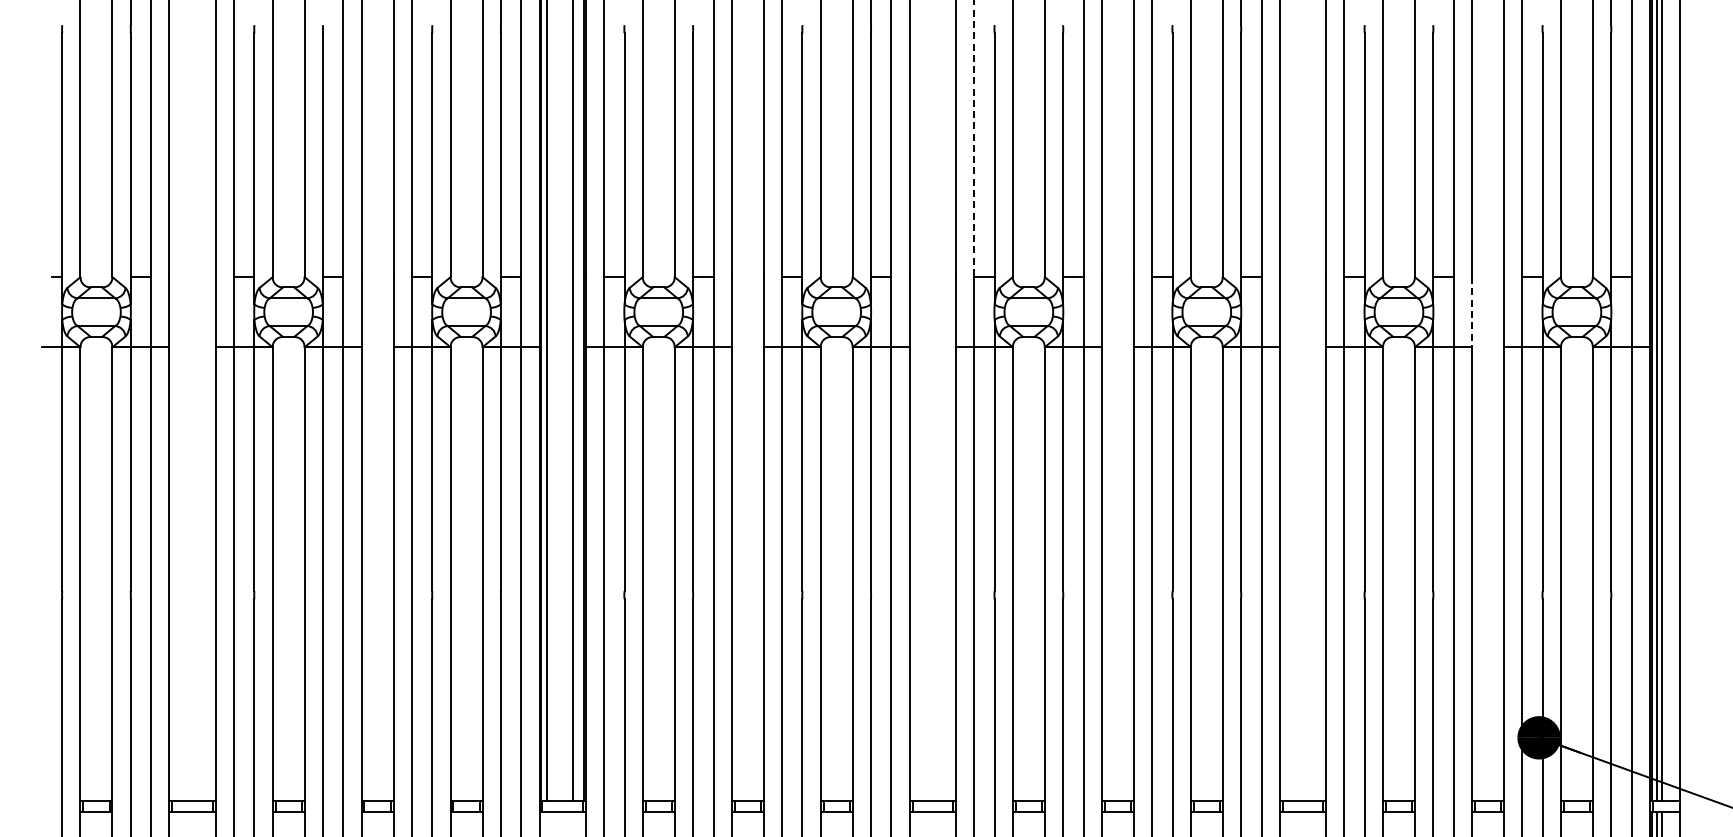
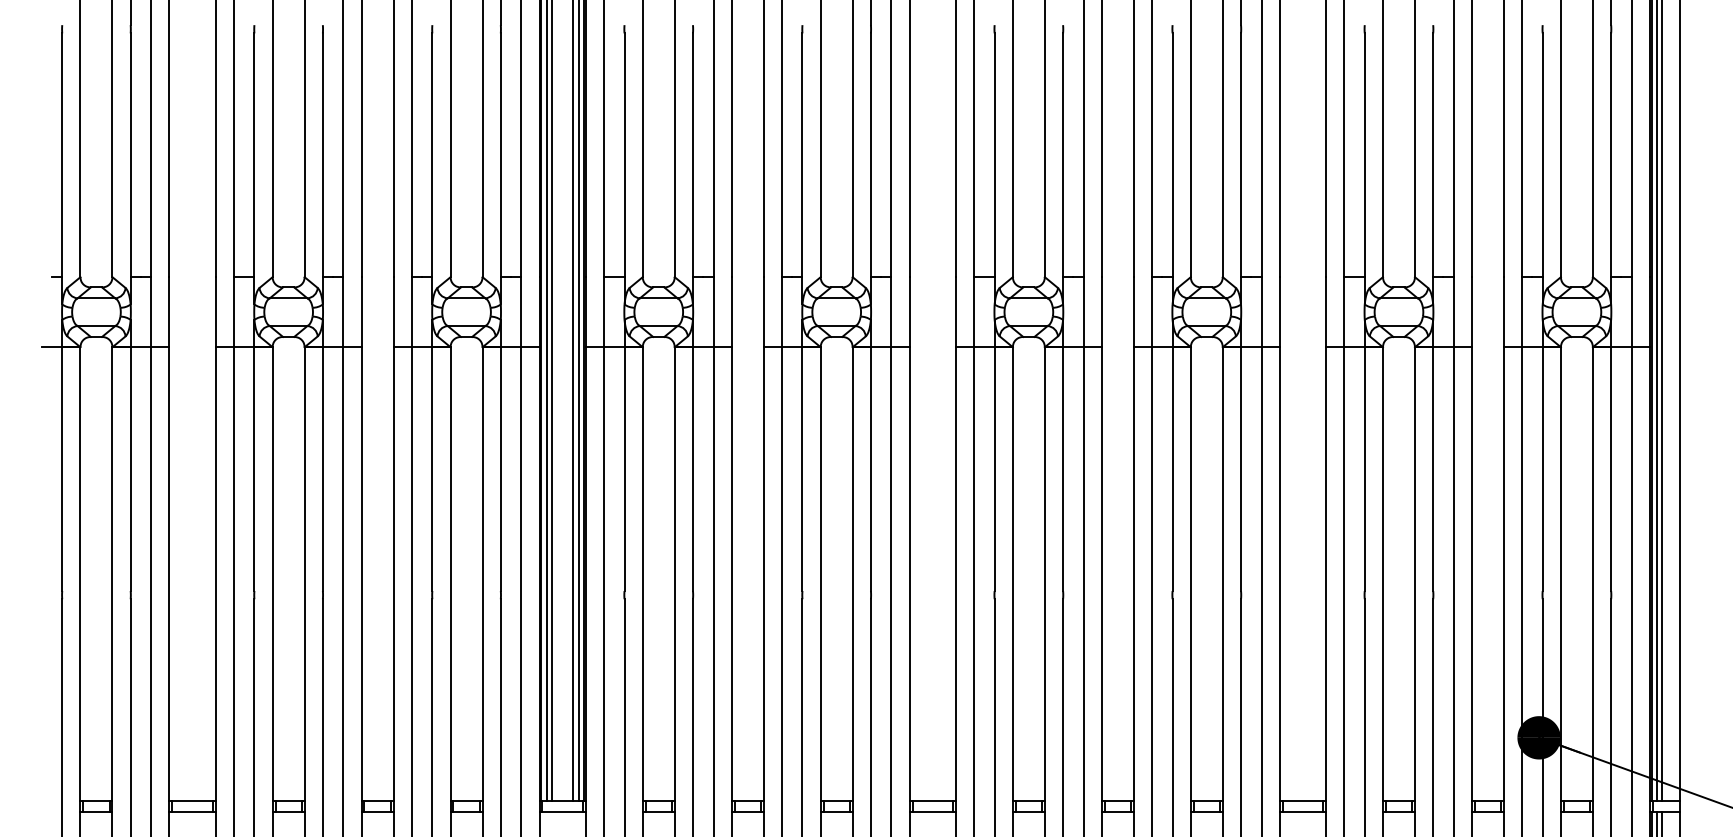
line at (974, 139): dashed -> solid
line at (1471, 312): dashed -> solid
line at (551, 401): none -> present
line at (578, 401): none -> present
